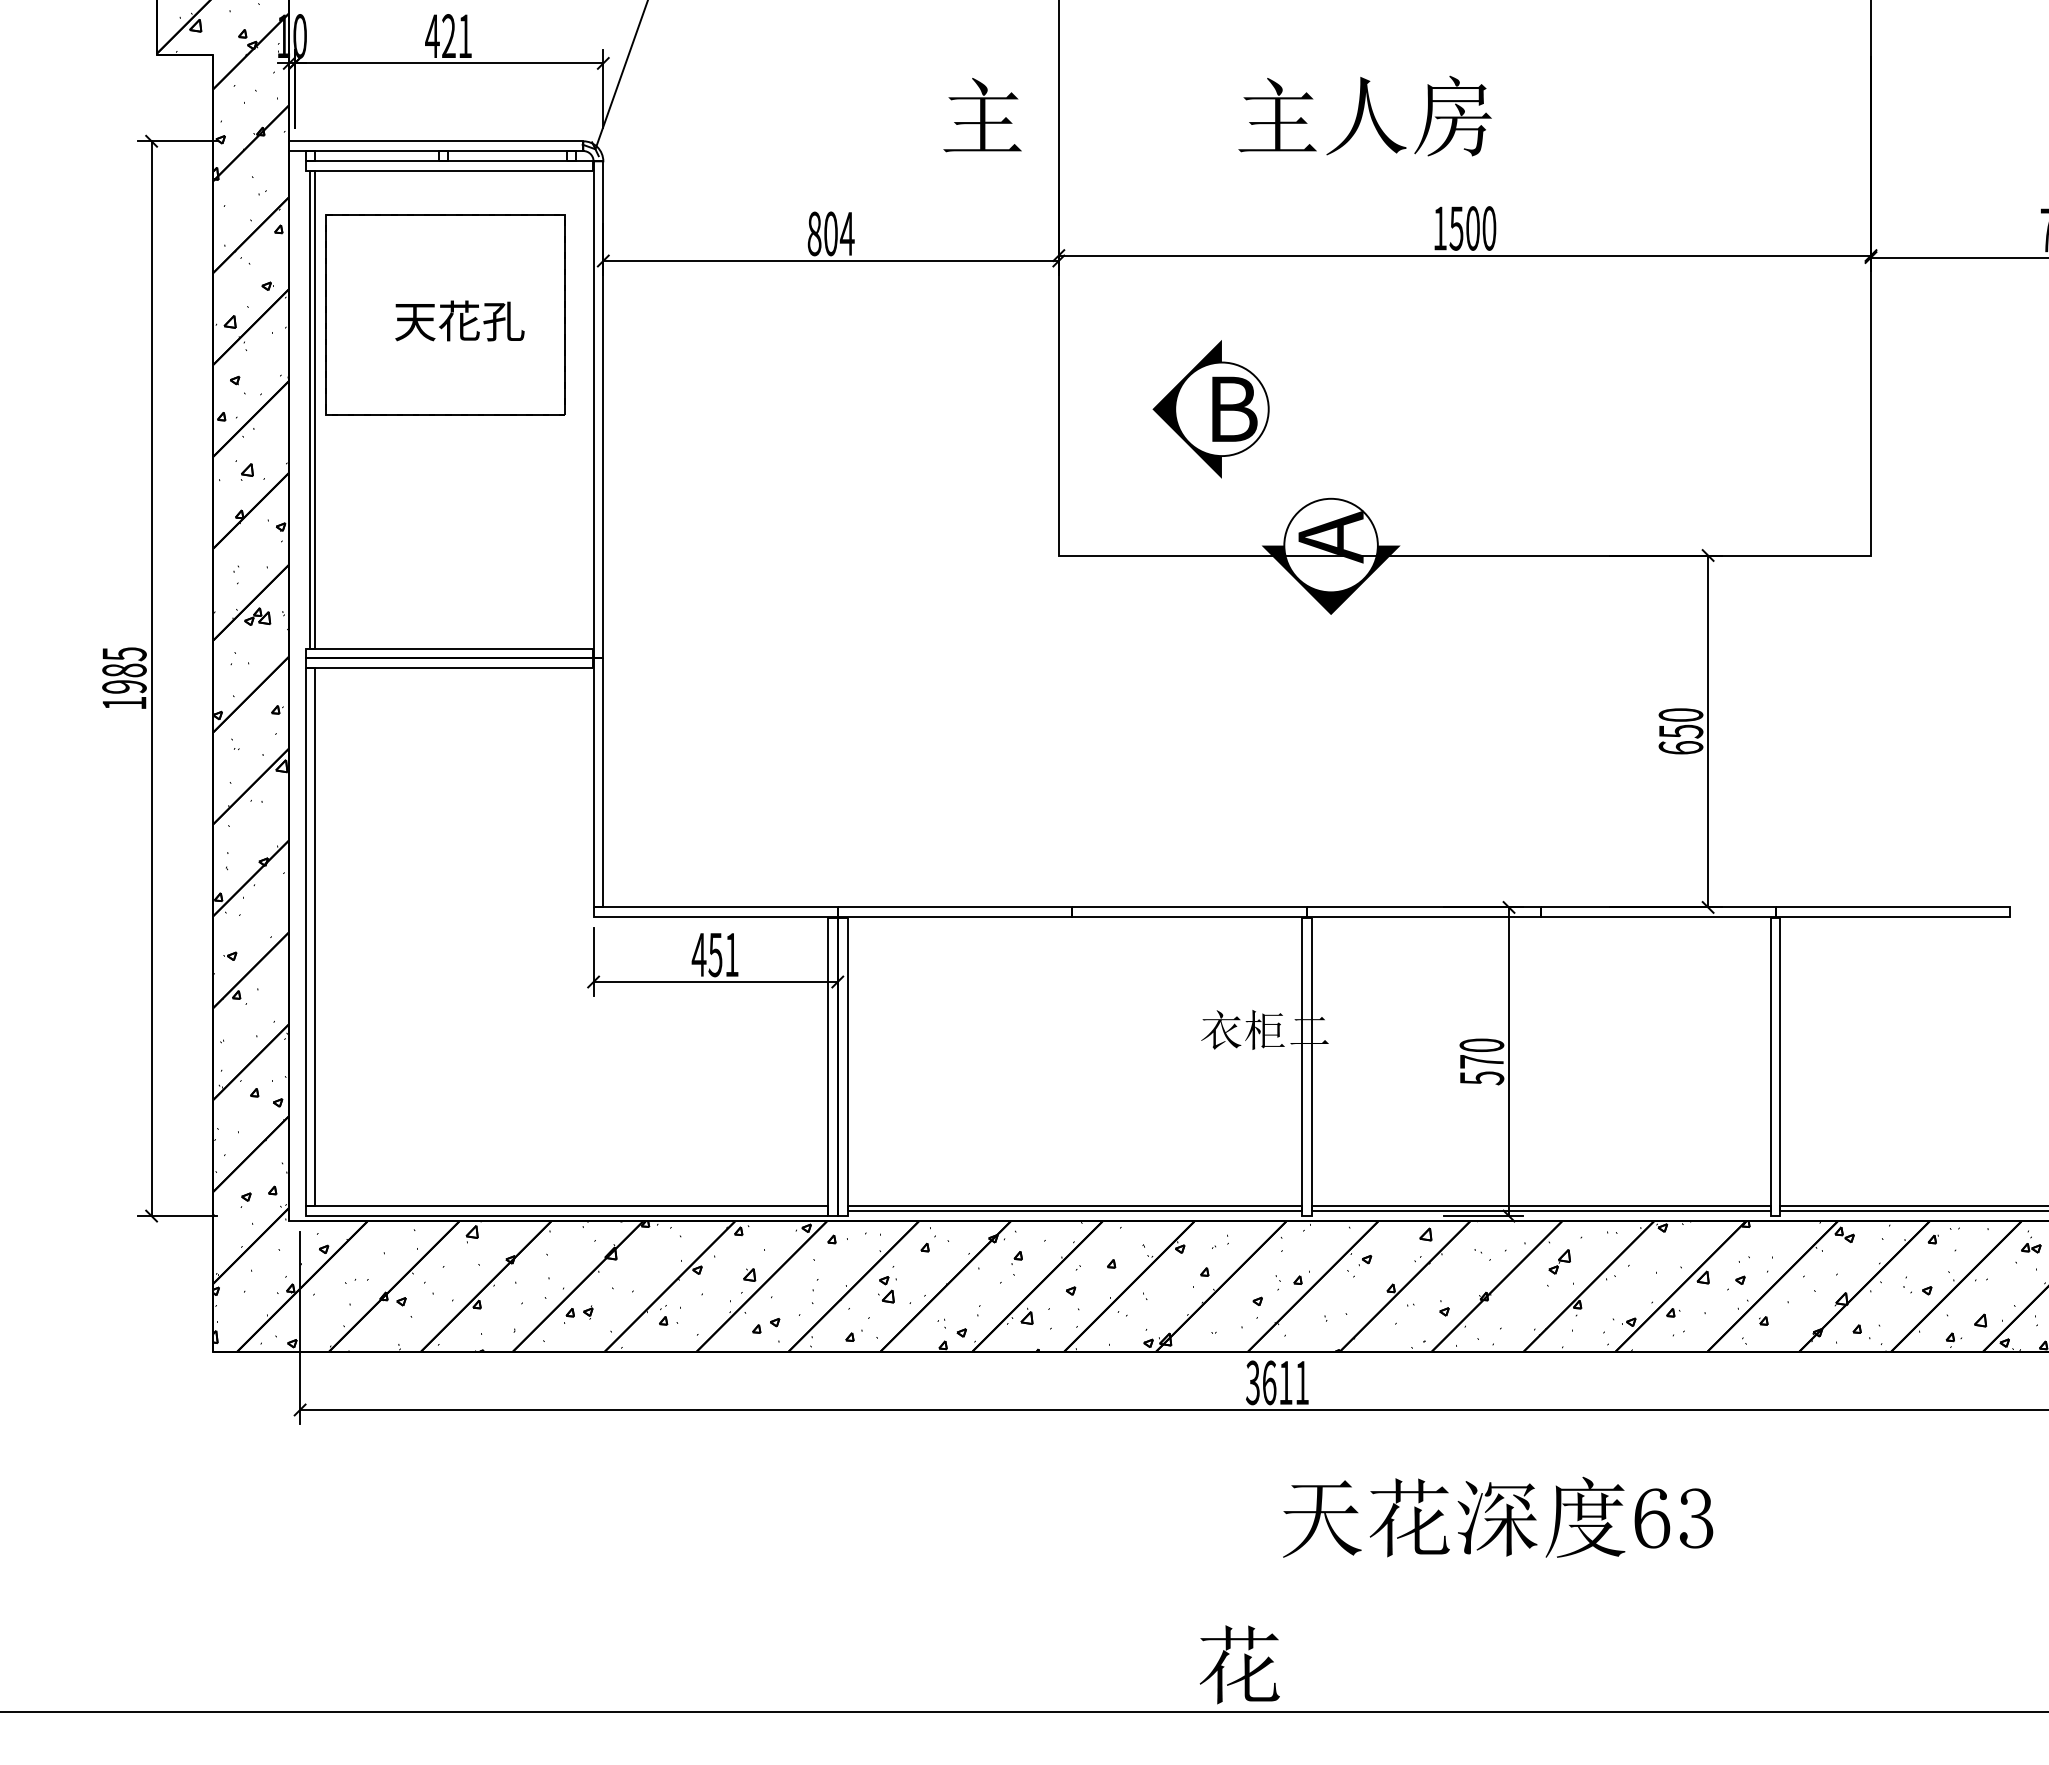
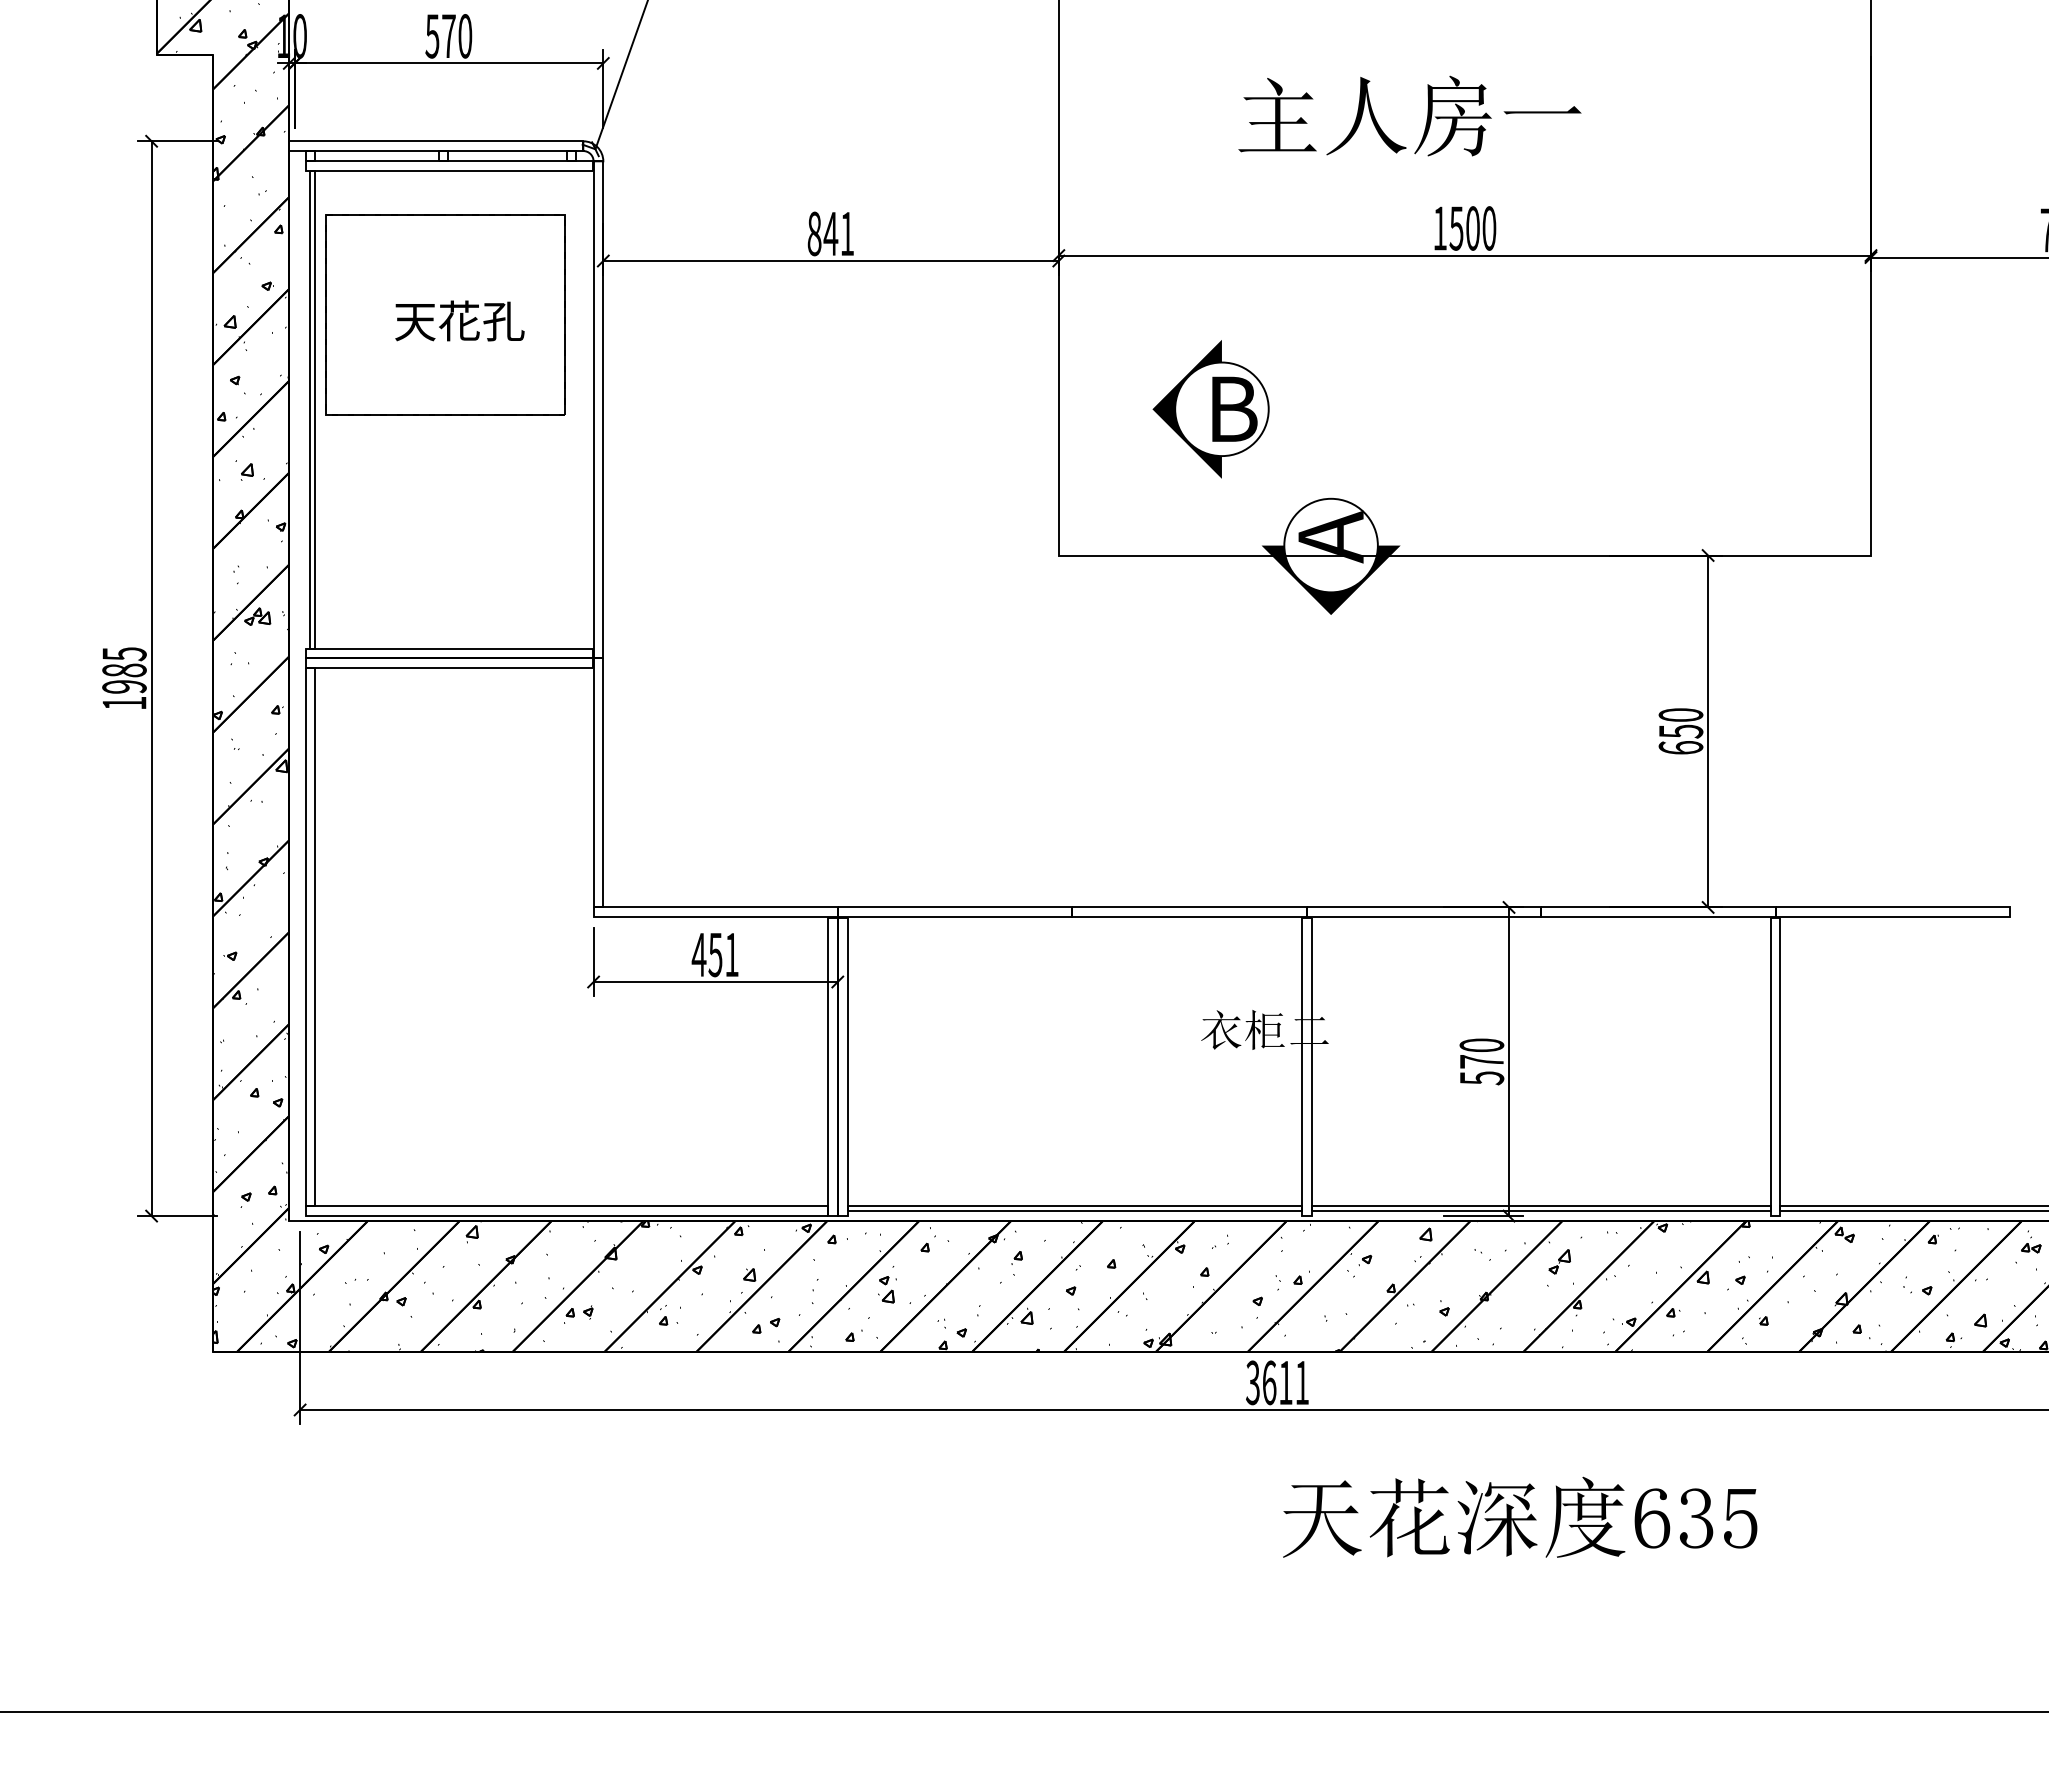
text at (448, 36): 421 -> 570
fill at (1542, 109): none -> present
part at (982, 115): present -> none
text at (838, 233): 804 -> 841
fill at (1740, 1518): none -> present
part at (1239, 1664): present -> none
